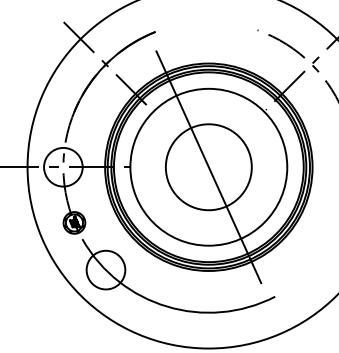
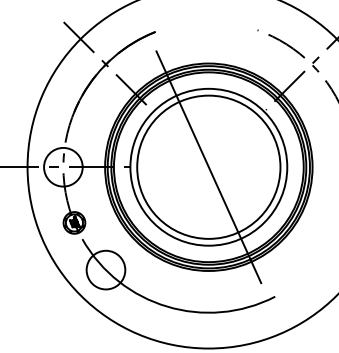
circle at (208, 167) diameter: 86 px -> 143 px
